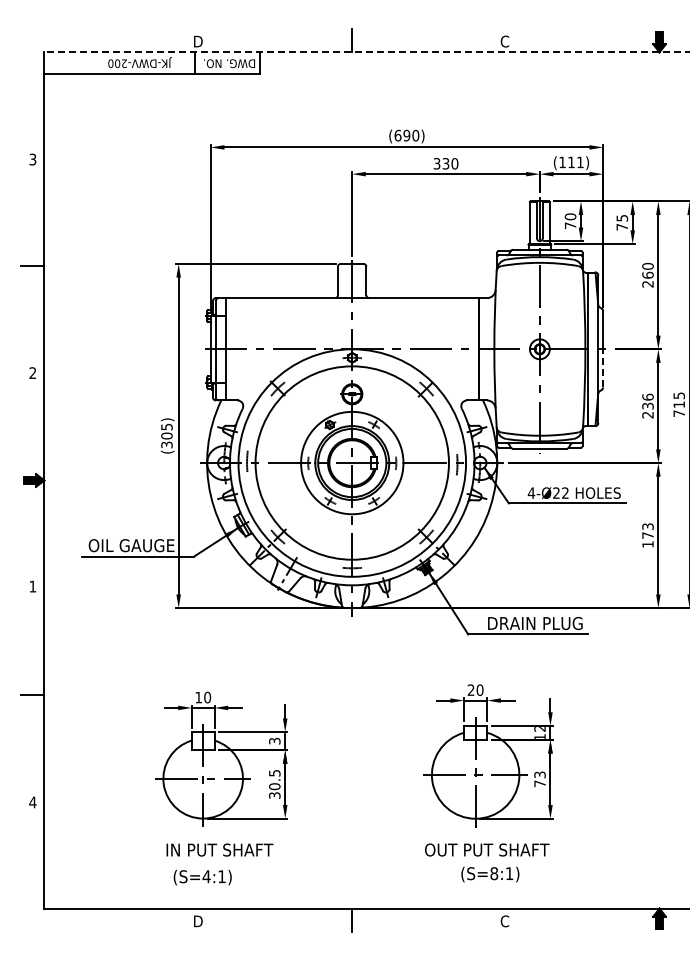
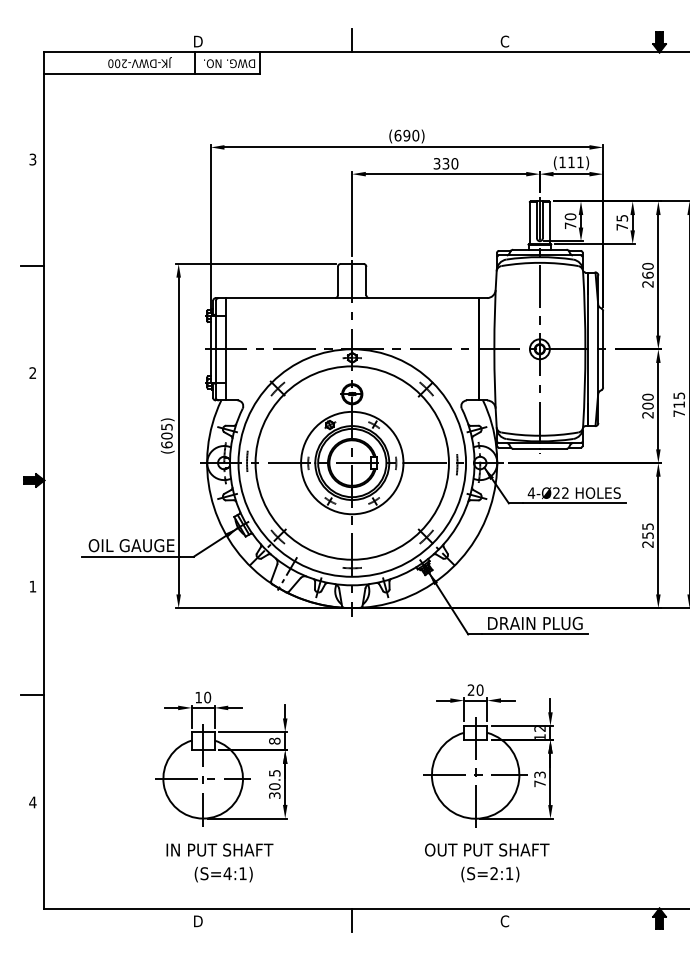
line at (366, 52): dashed -> solid
line at (603, 367): dashed -> solid
text at (647, 401): 236 -> 200
text at (166, 444): (305) -> (605)
text at (647, 535): 173 -> 255
text at (274, 740): 3 -> 8
text at (494, 873): (S=8:1) -> (S=2:1)
text at (202, 877) position: (202, 877) -> (223, 874)
